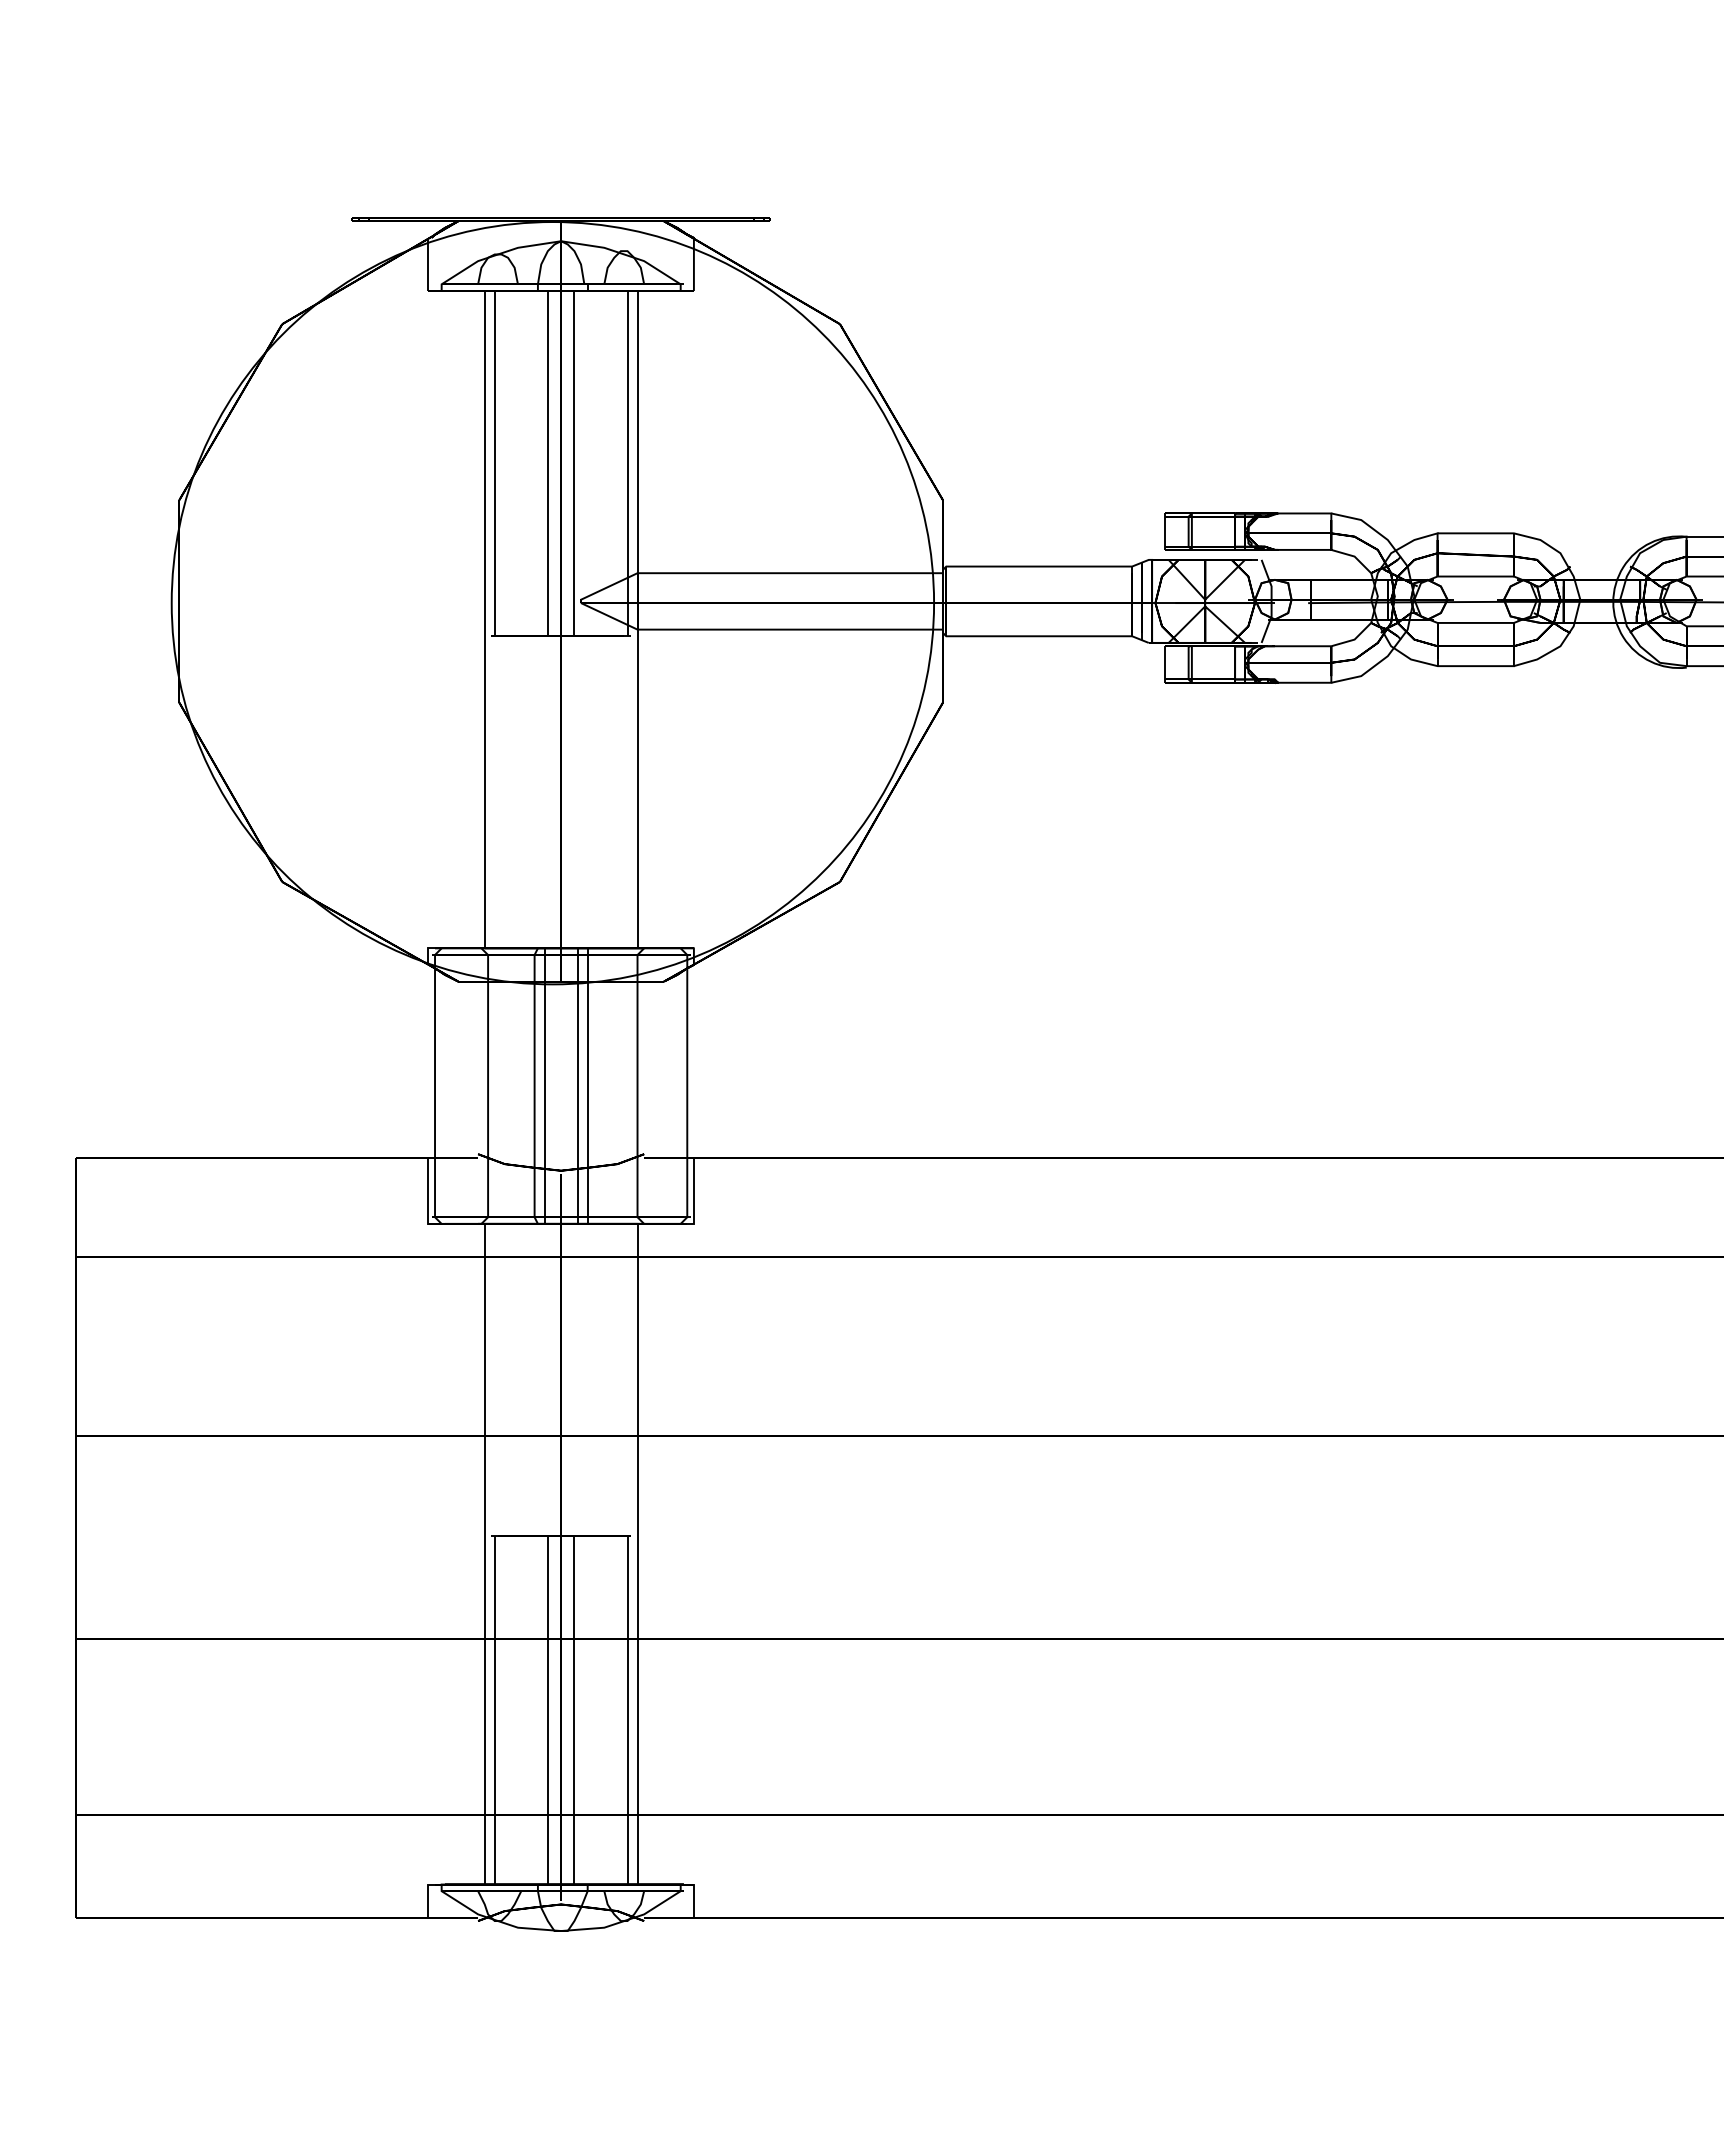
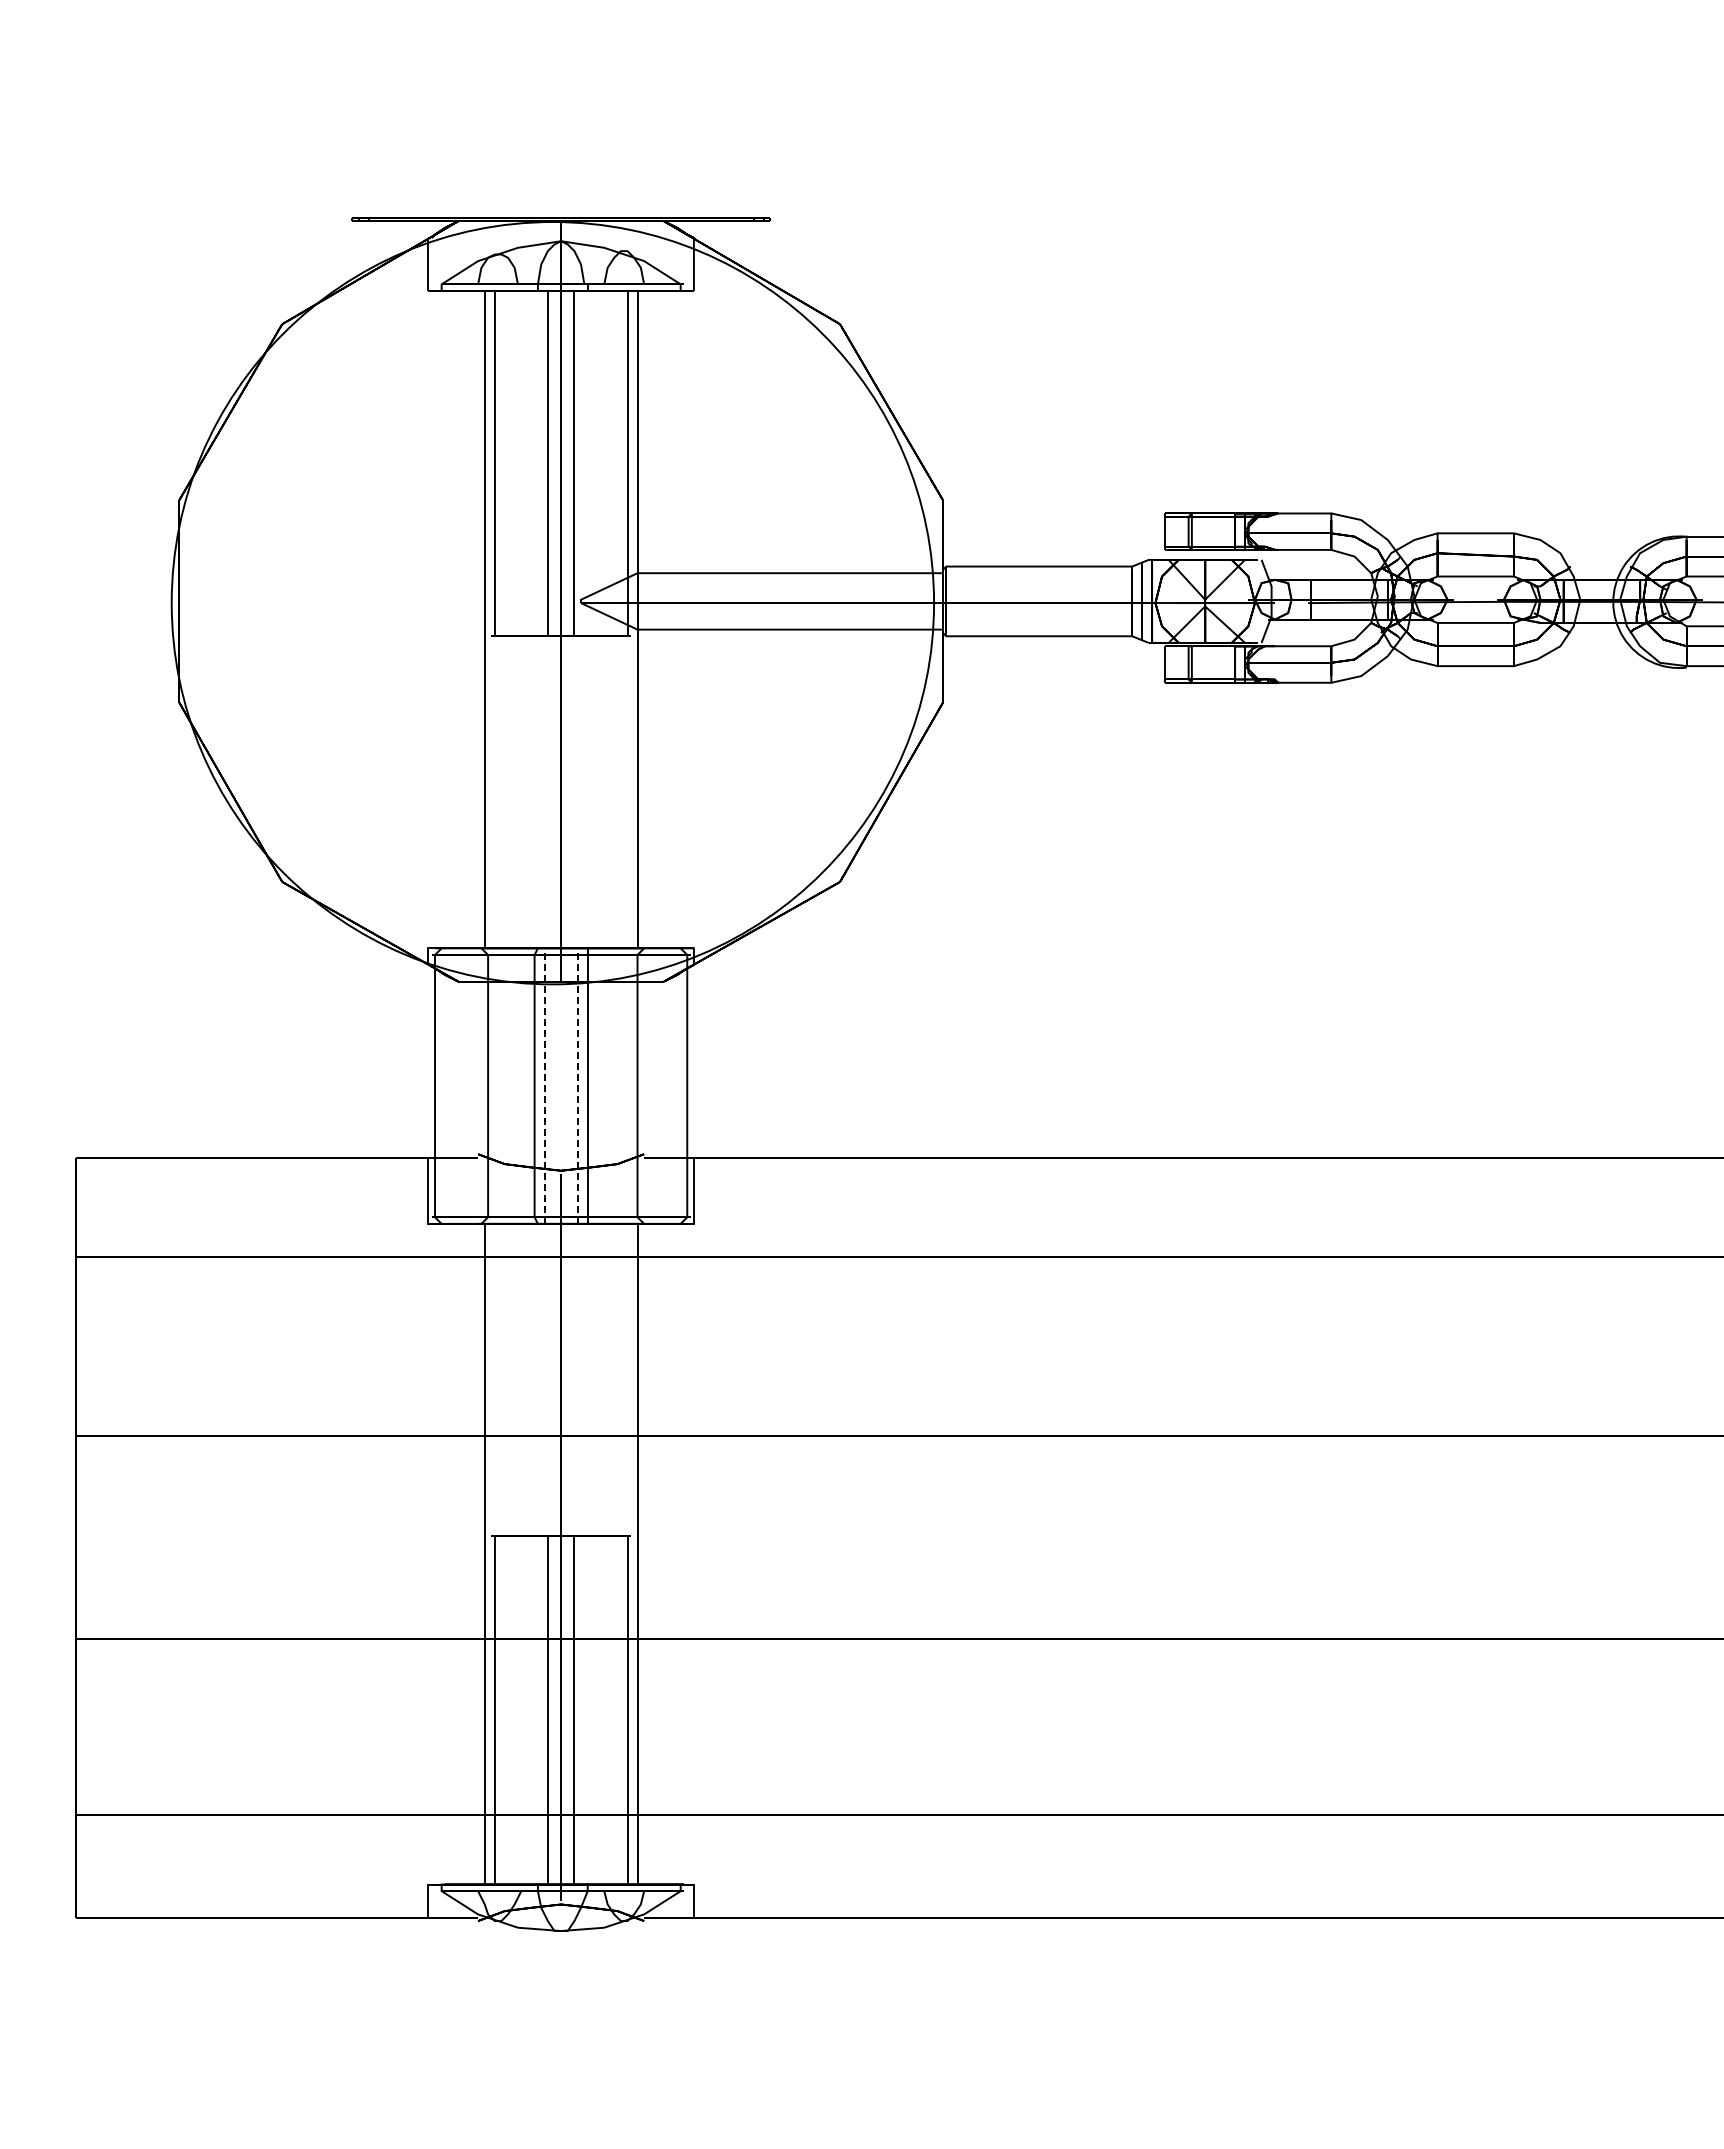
line at (544, 1085): solid -> dashed
line at (577, 1085): solid -> dashed
